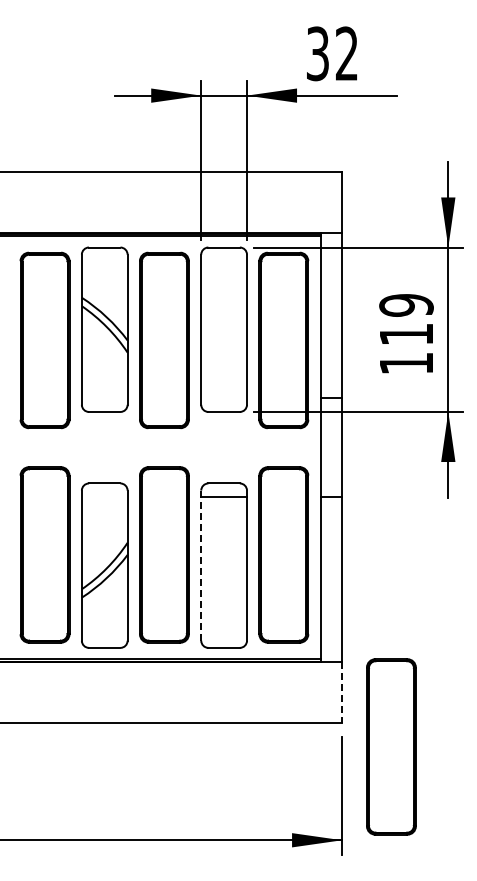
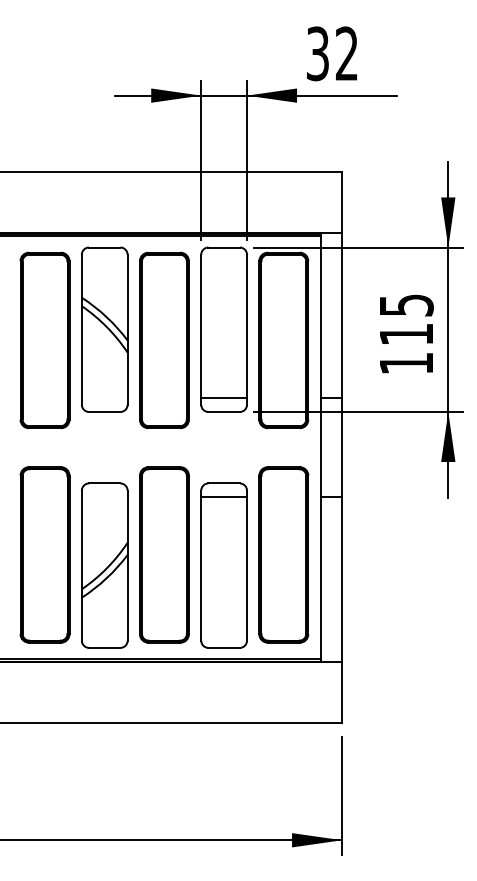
text at (406, 305): 119 -> 115
line at (224, 398): none -> present
line at (201, 566): dashed -> solid
line at (342, 693): dashed -> solid
part at (391, 746): present -> none
